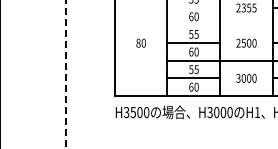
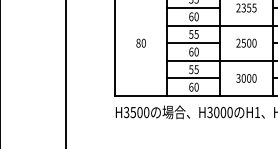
line at (193, 8): none -> present
line at (220, 25): none -> present
line at (65, 74): dashed -> solid
